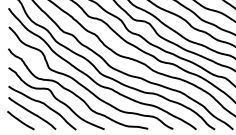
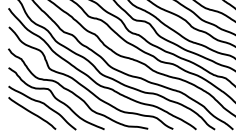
line at (20, 120): present -> none
